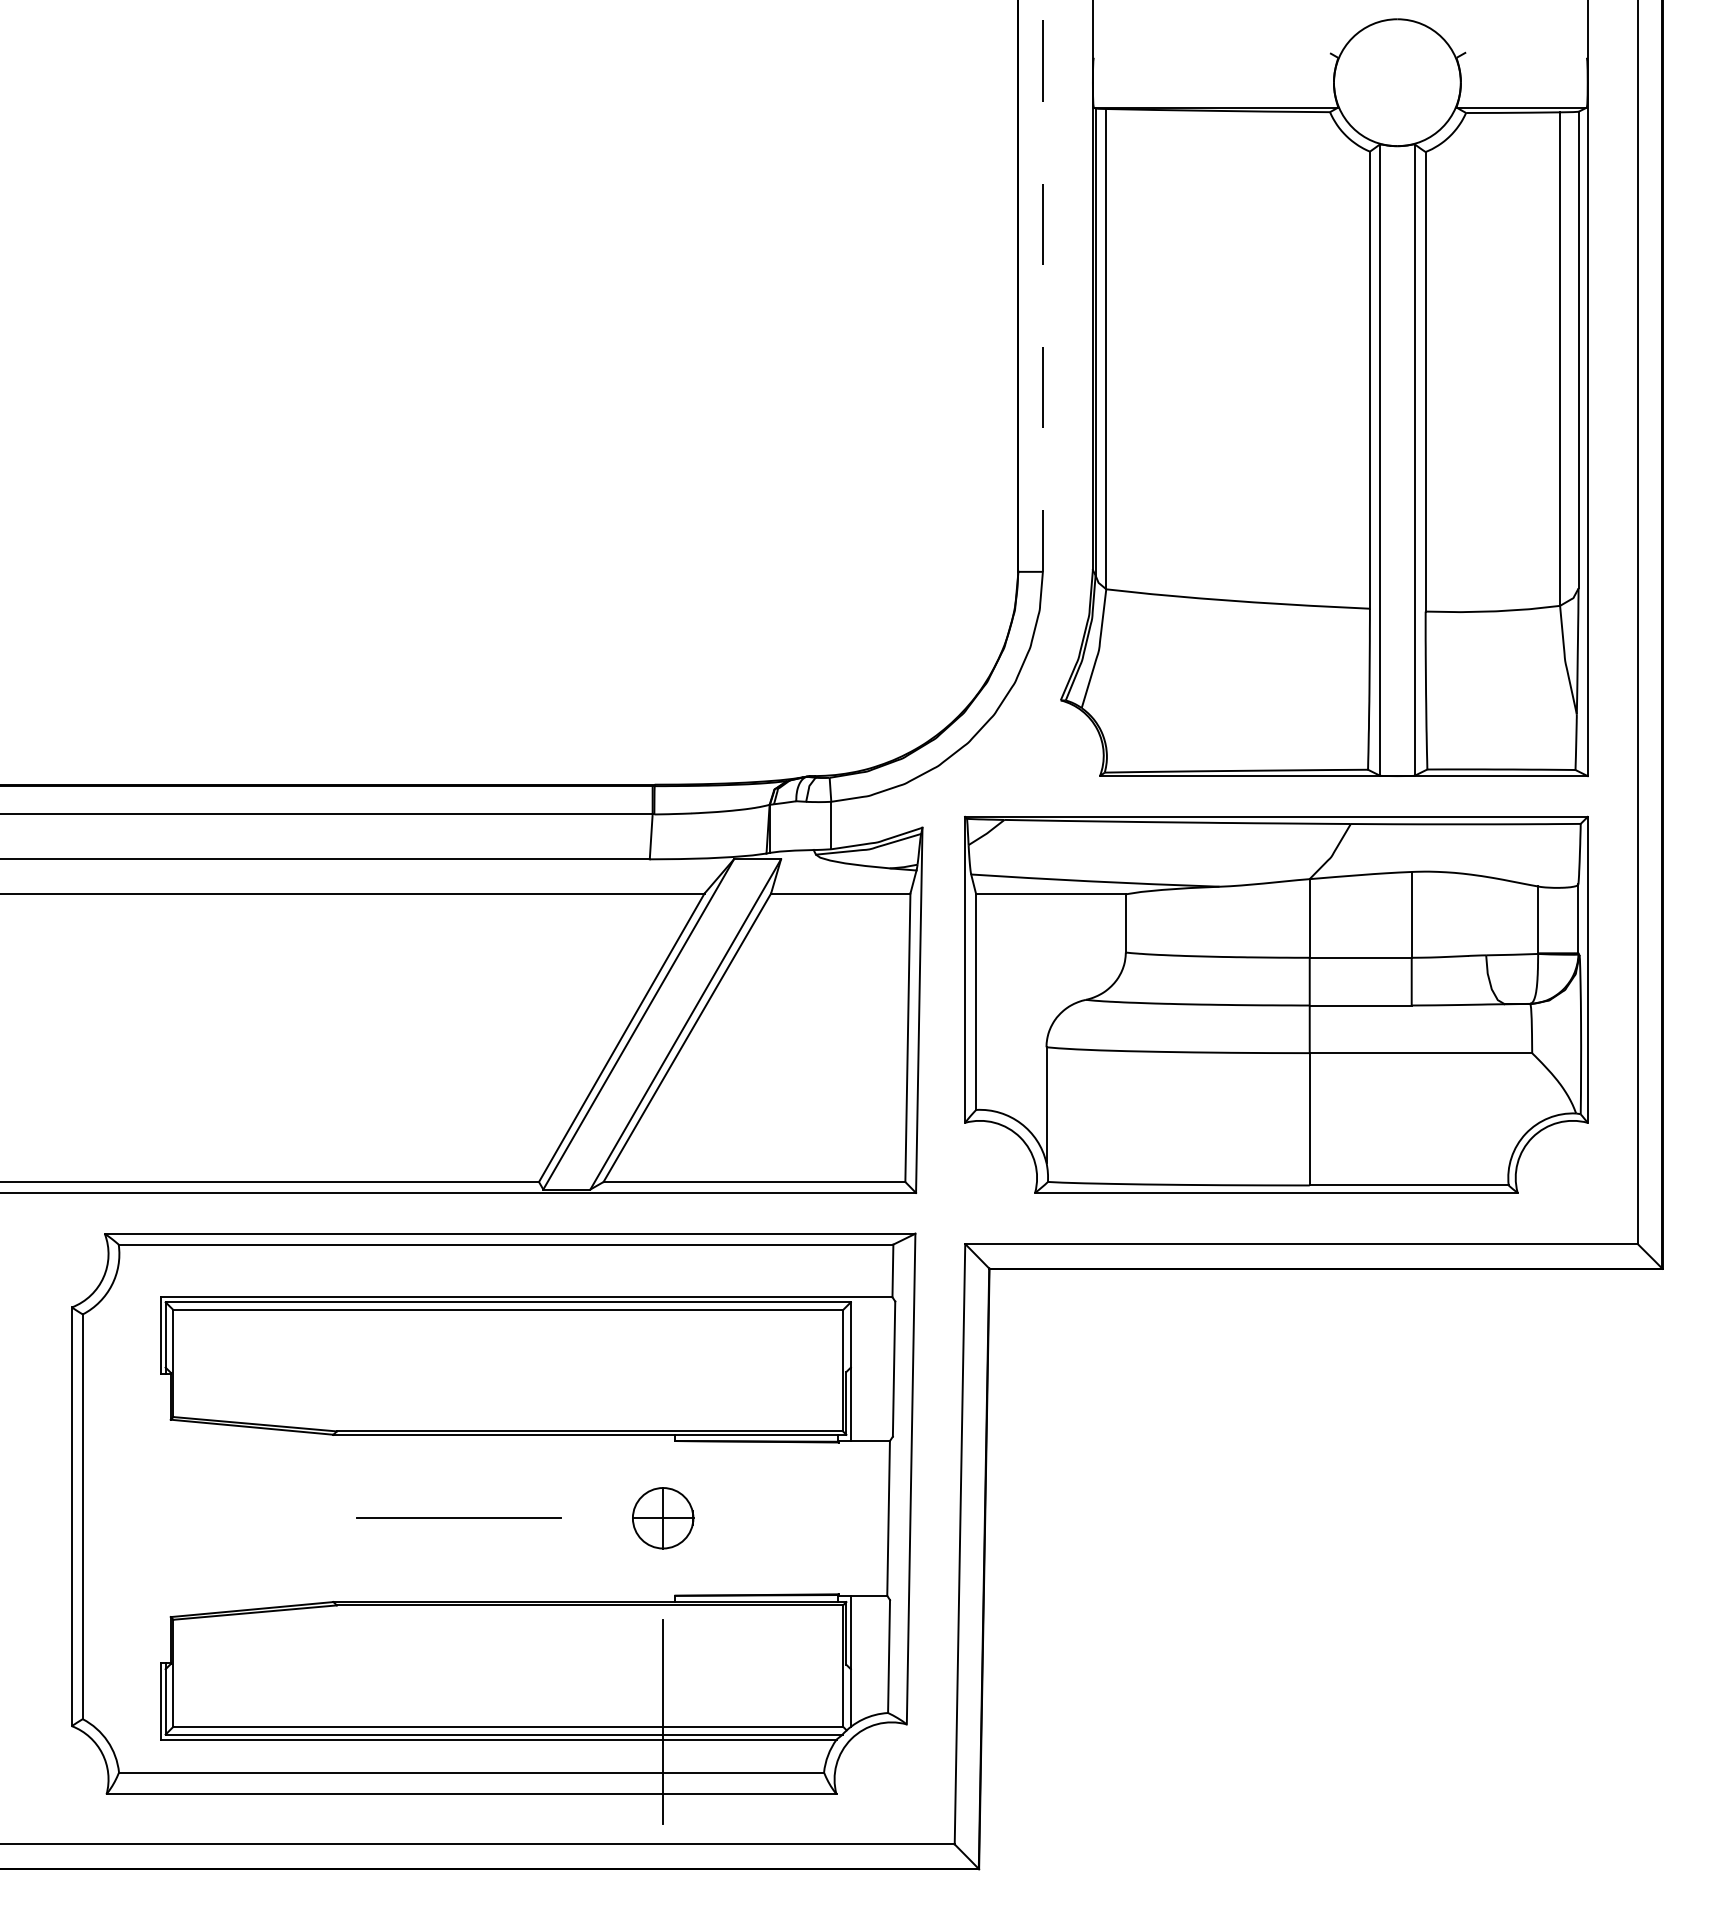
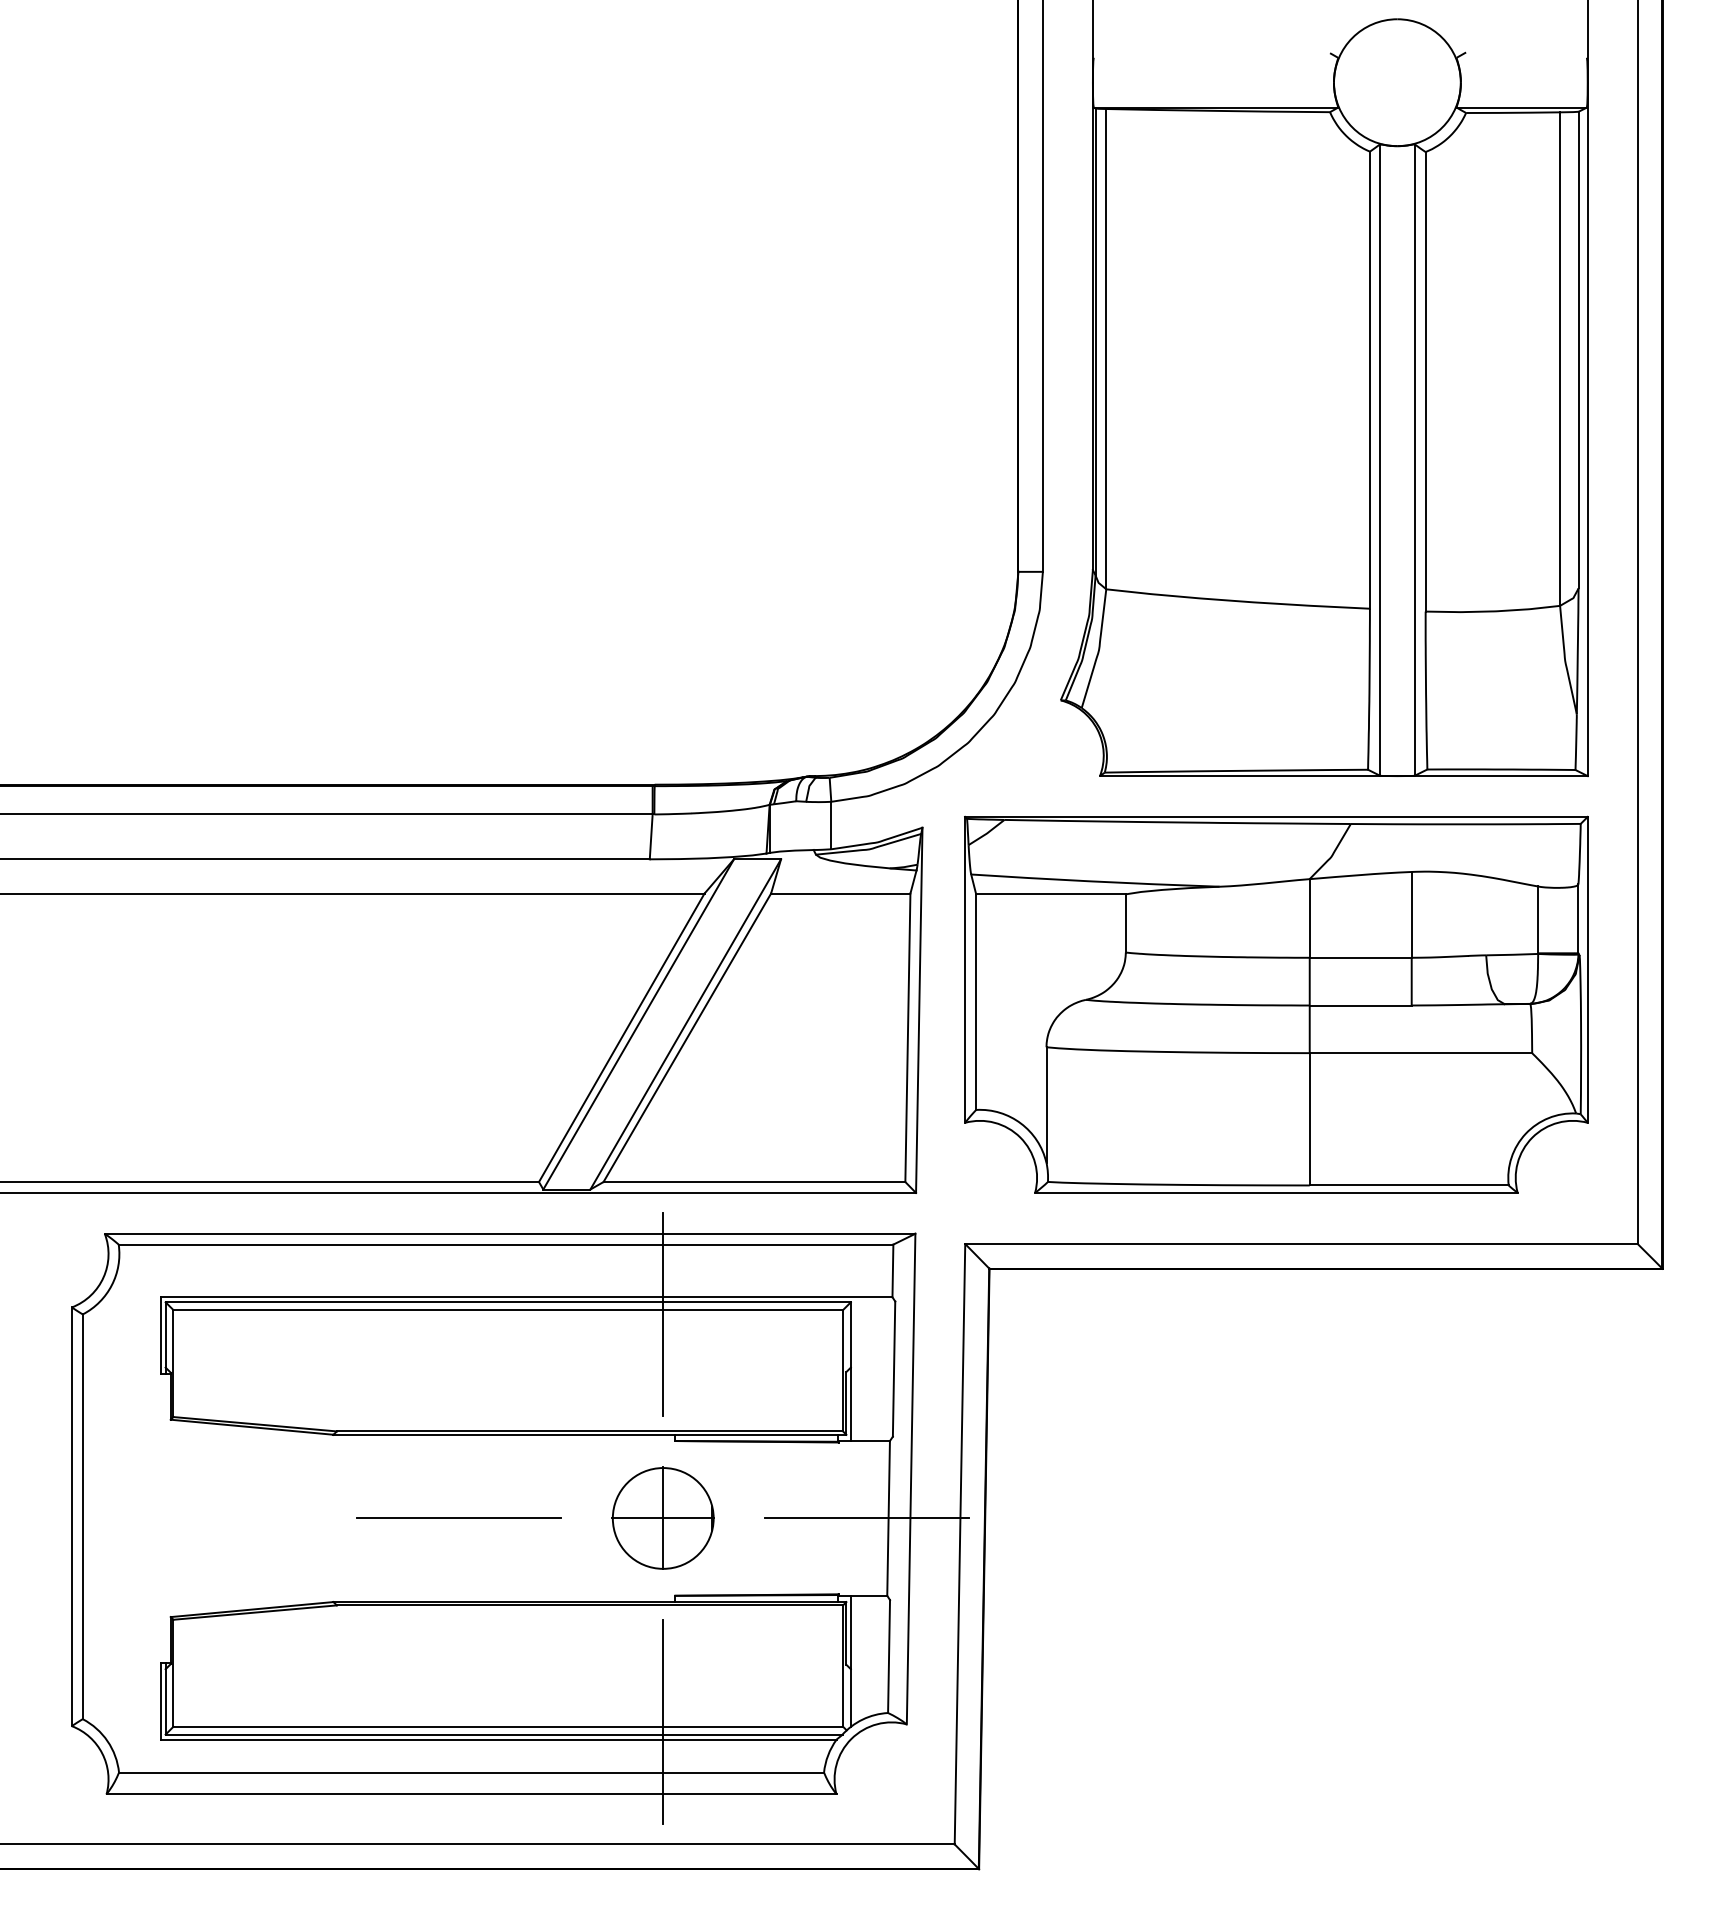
line at (1042, 286): dashed -> solid
line at (663, 1314): none -> present
part at (663, 1518) size: 63x63 px -> 104x104 px
line at (867, 1518): none -> present
